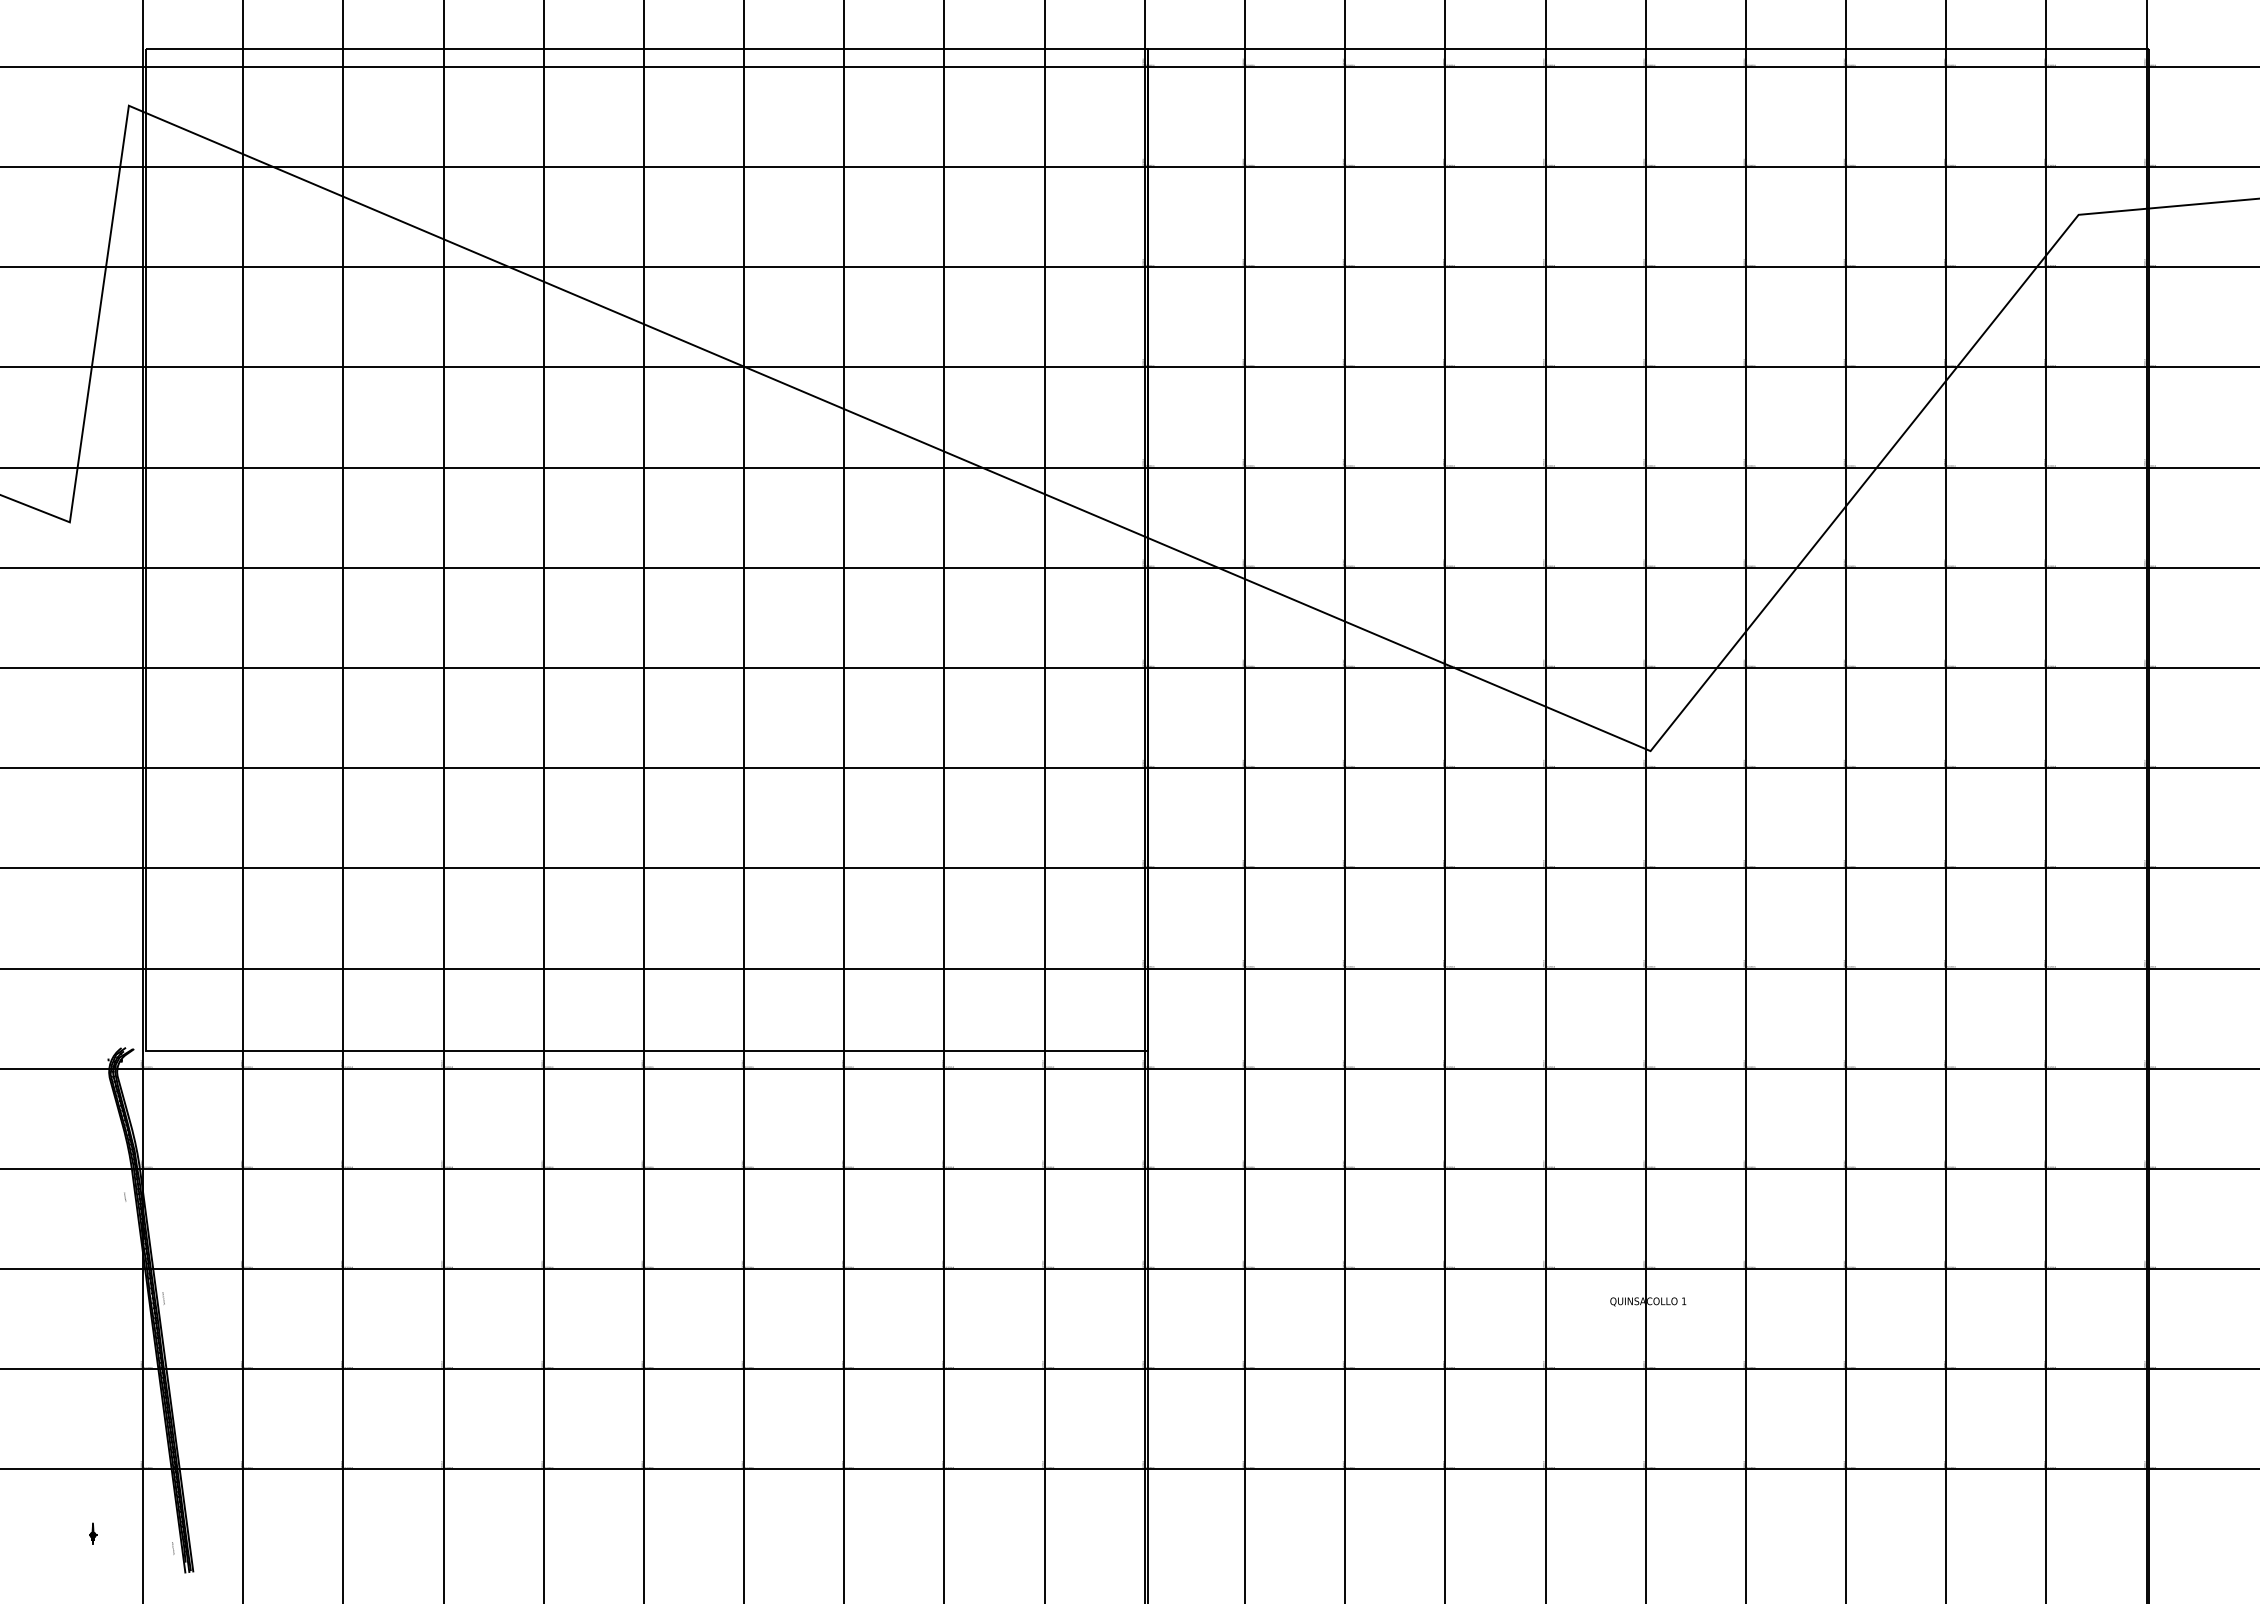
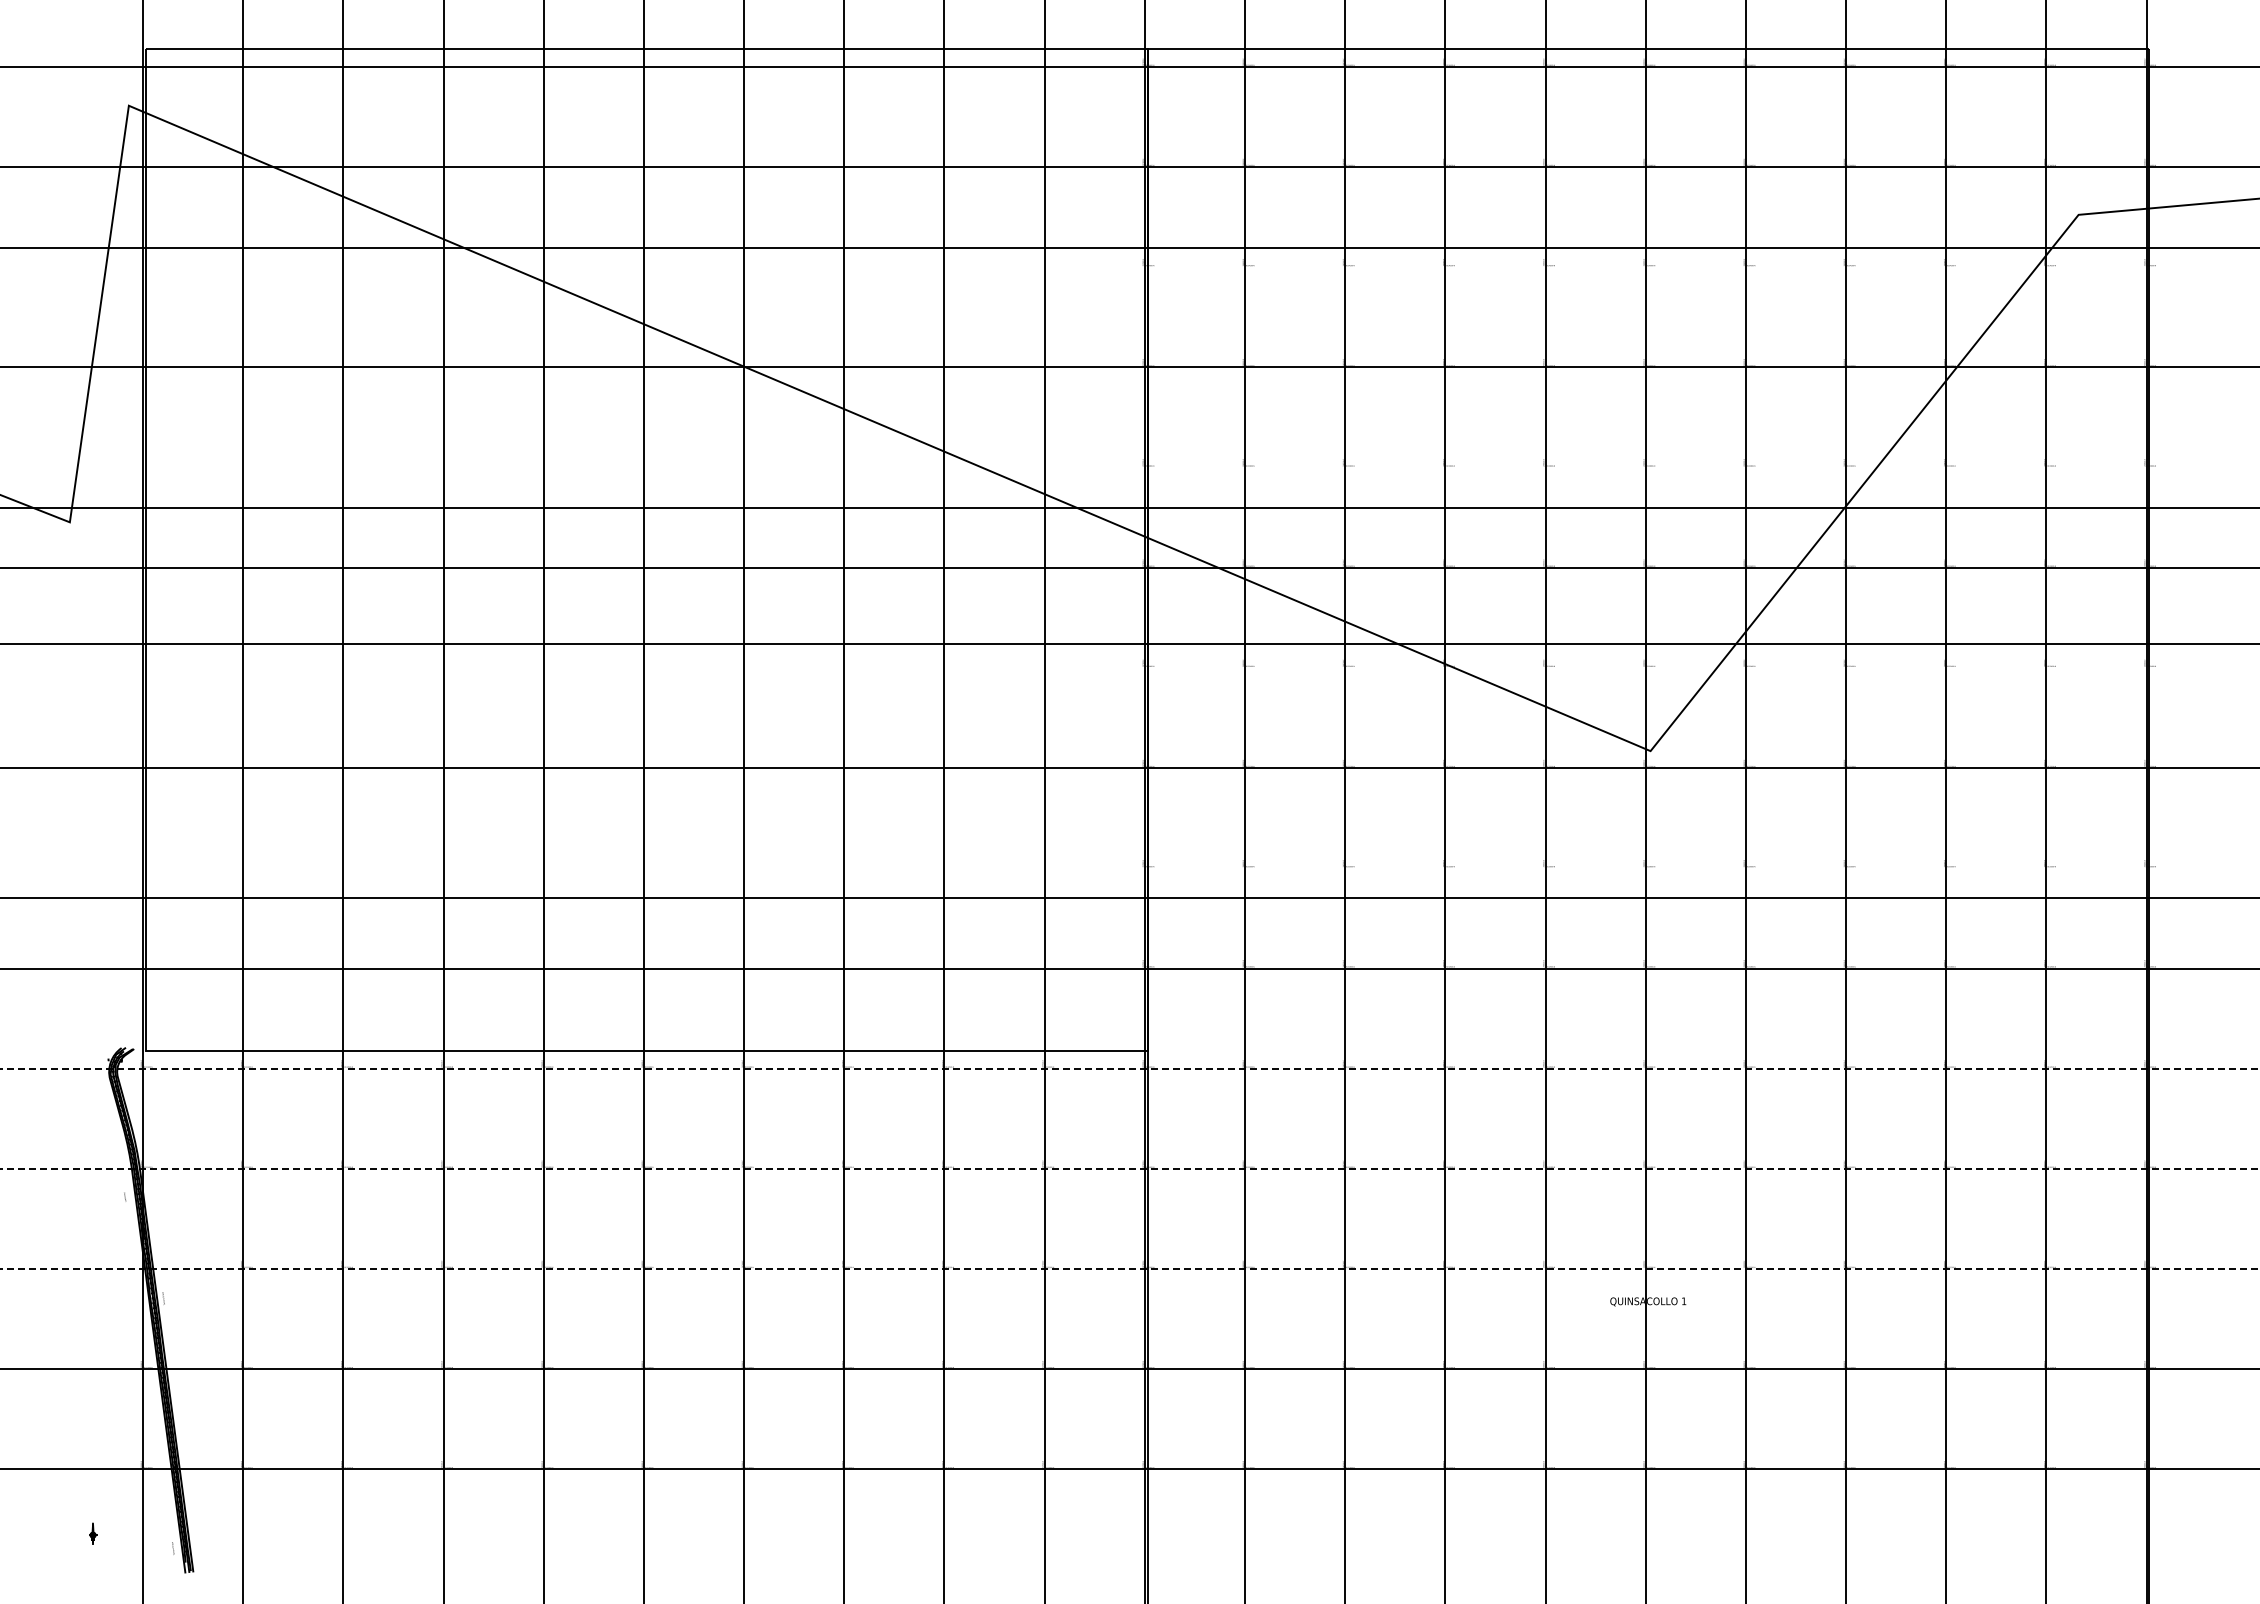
line at (1129, 267) position: (1129, 267) -> (1129, 248)
line at (1129, 467) position: (1129, 467) -> (1129, 507)
line at (1129, 668) position: (1129, 668) -> (1129, 644)
line at (1129, 868) position: (1129, 868) -> (1129, 898)
line at (1130, 1068): solid -> dashed
line at (1130, 1168): solid -> dashed
line at (1130, 1269): solid -> dashed
